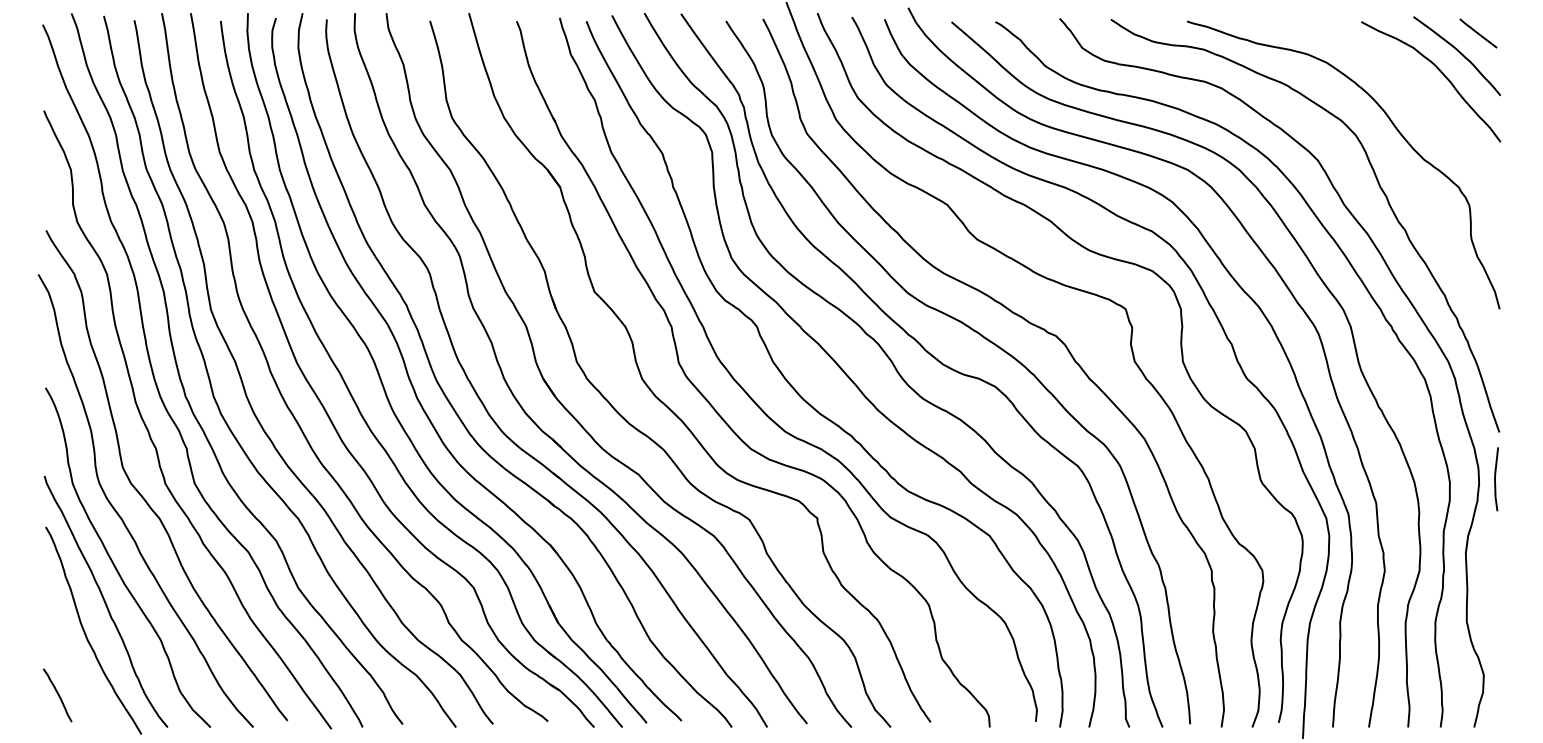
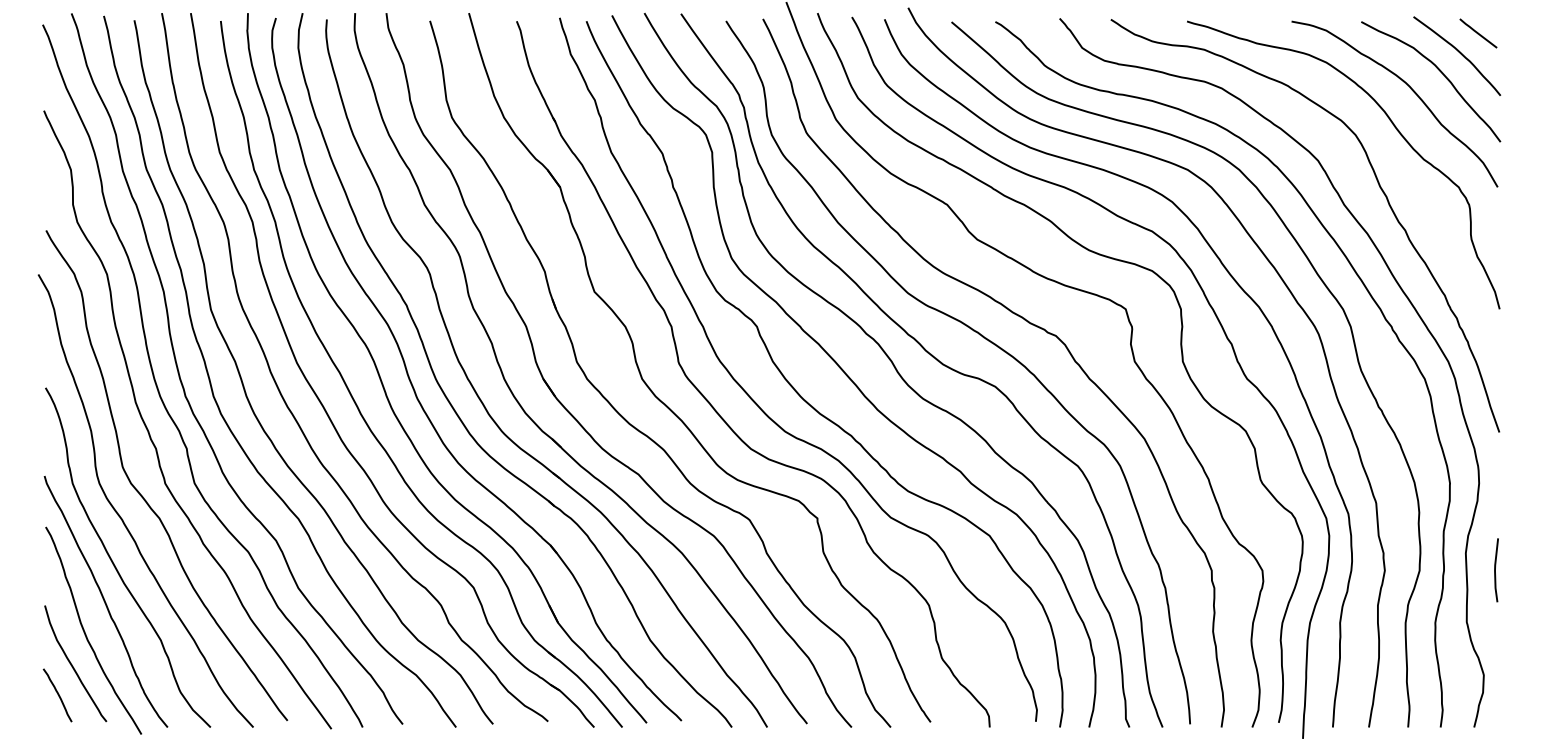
curve at (1411, 90): none -> present
line at (1495, 479) position: (1495, 479) -> (1495, 570)
curve at (72, 664): none -> present
